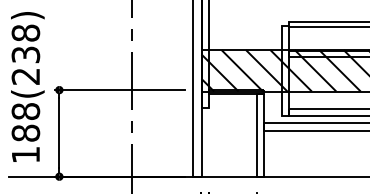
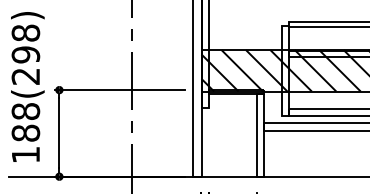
text at (25, 54): 188(238) -> 188(298)
